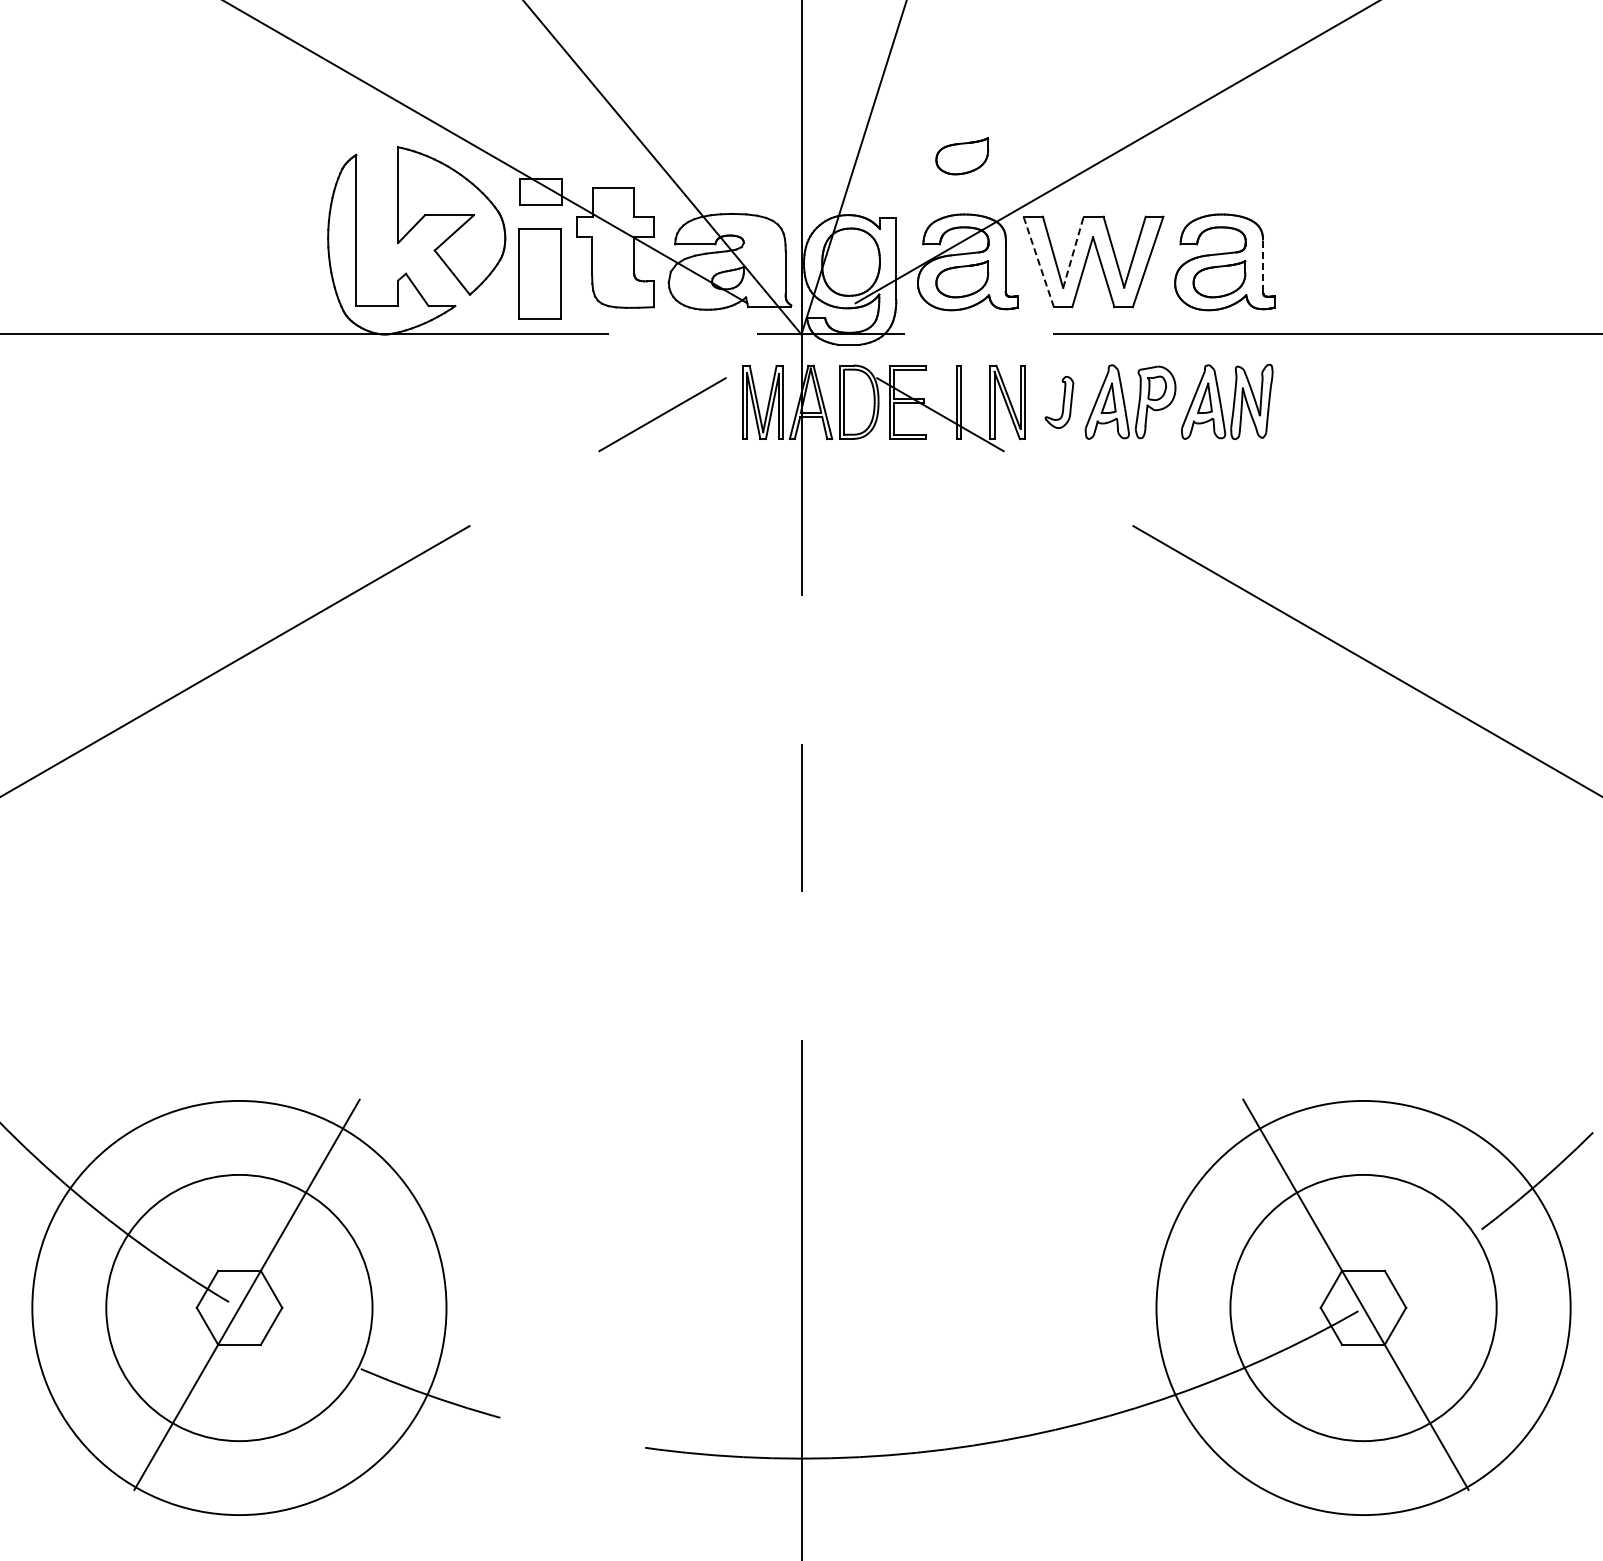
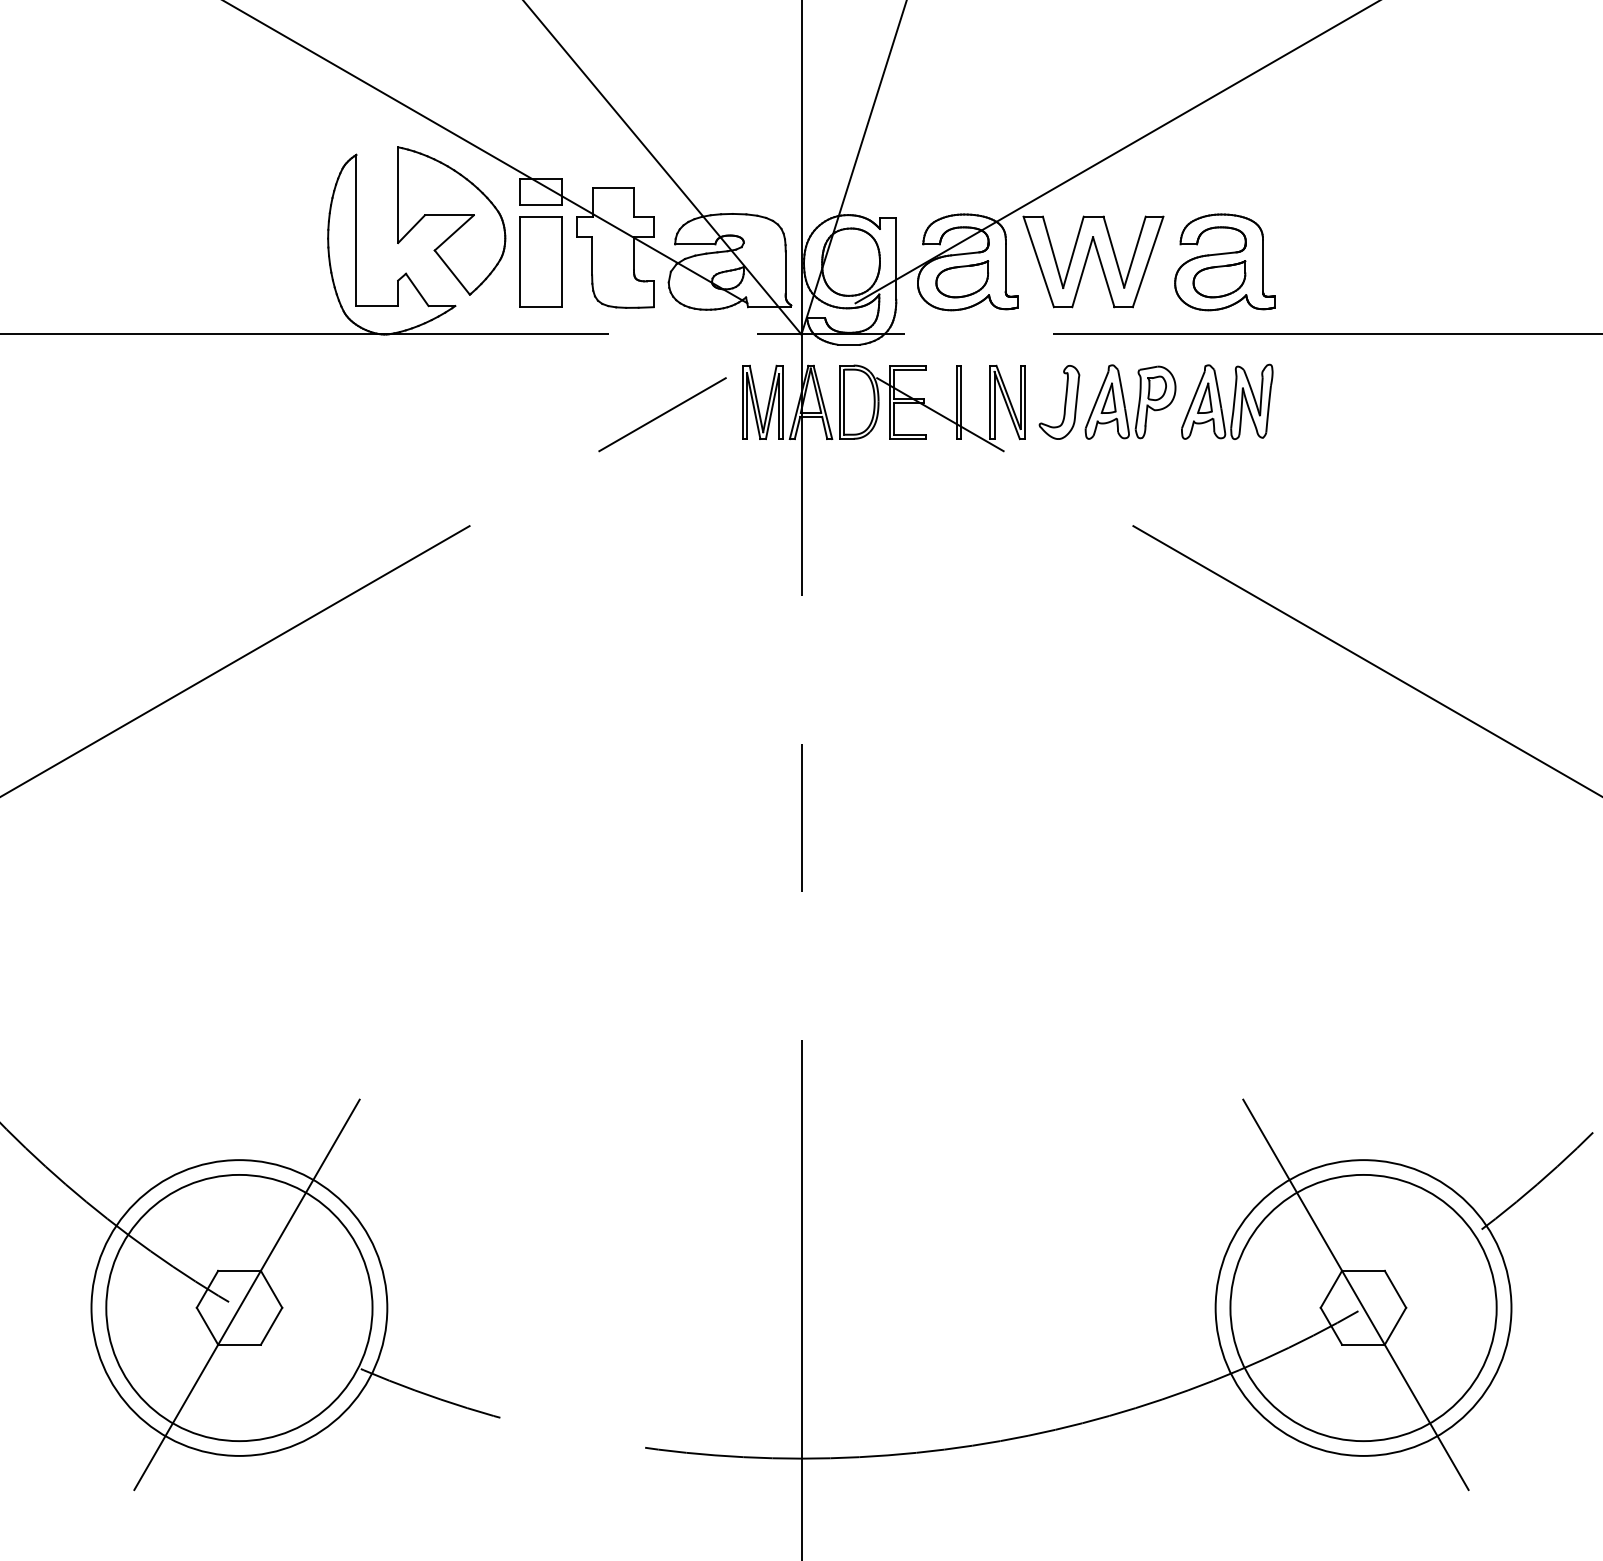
part at (962, 156): present -> none
line at (1073, 251): dashed -> solid
line at (1038, 261): dashed -> solid
line at (1263, 265): dashed -> solid
part at (539, 273) position: (539, 273) -> (540, 261)
part at (1059, 402) size: 31x53 px -> 43x75 px
circle at (239, 1307) diameter: 414 px -> 296 px
circle at (1363, 1307) diameter: 414 px -> 296 px
